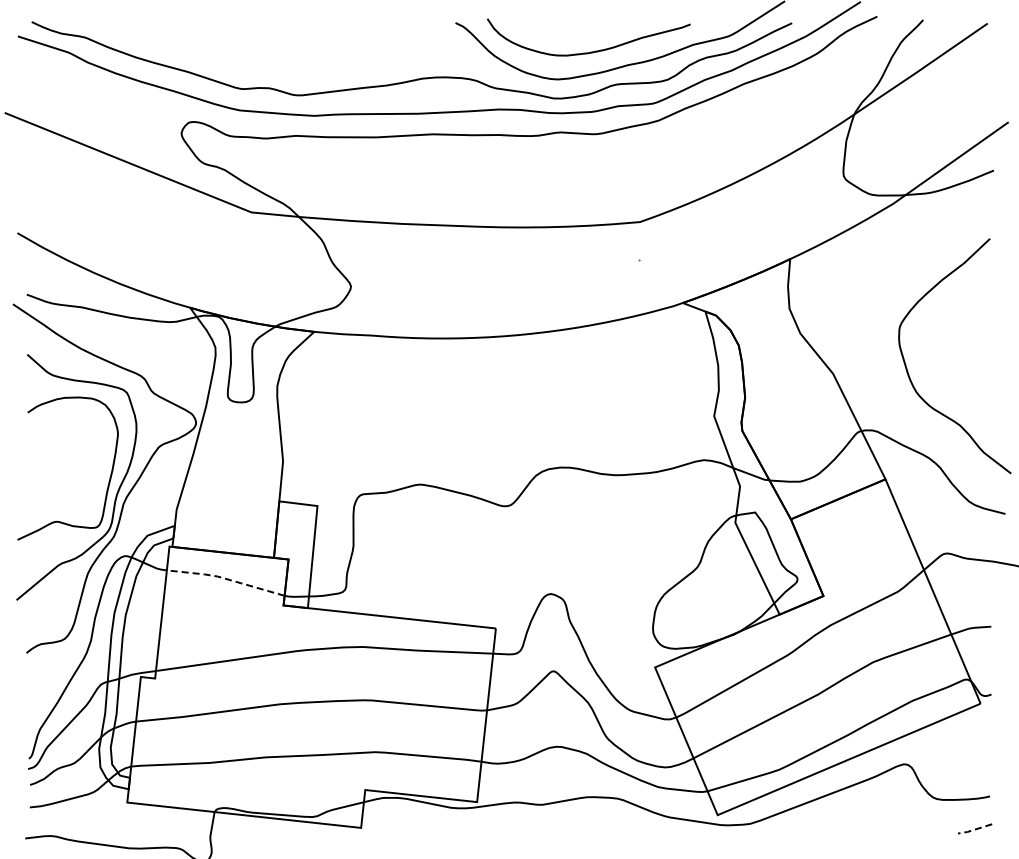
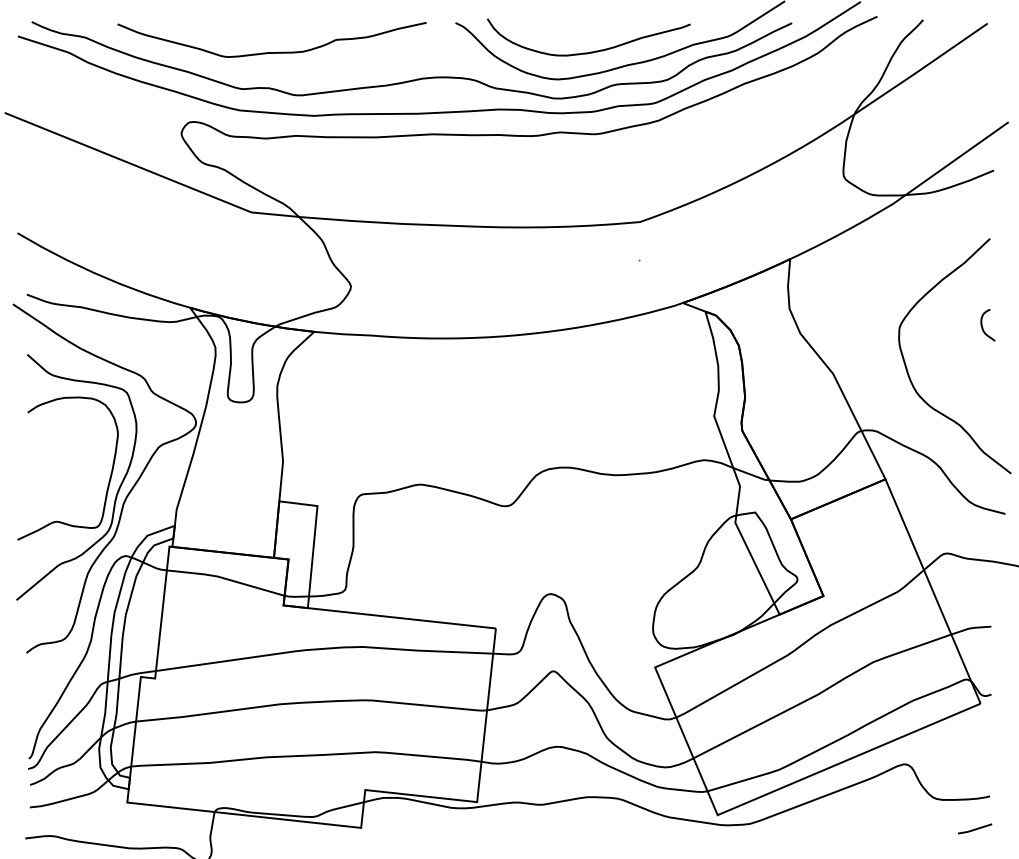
curve at (271, 52): none -> present
curve at (982, 324): none -> present
line at (224, 578): dashed -> solid
line at (974, 829): dashed -> solid
